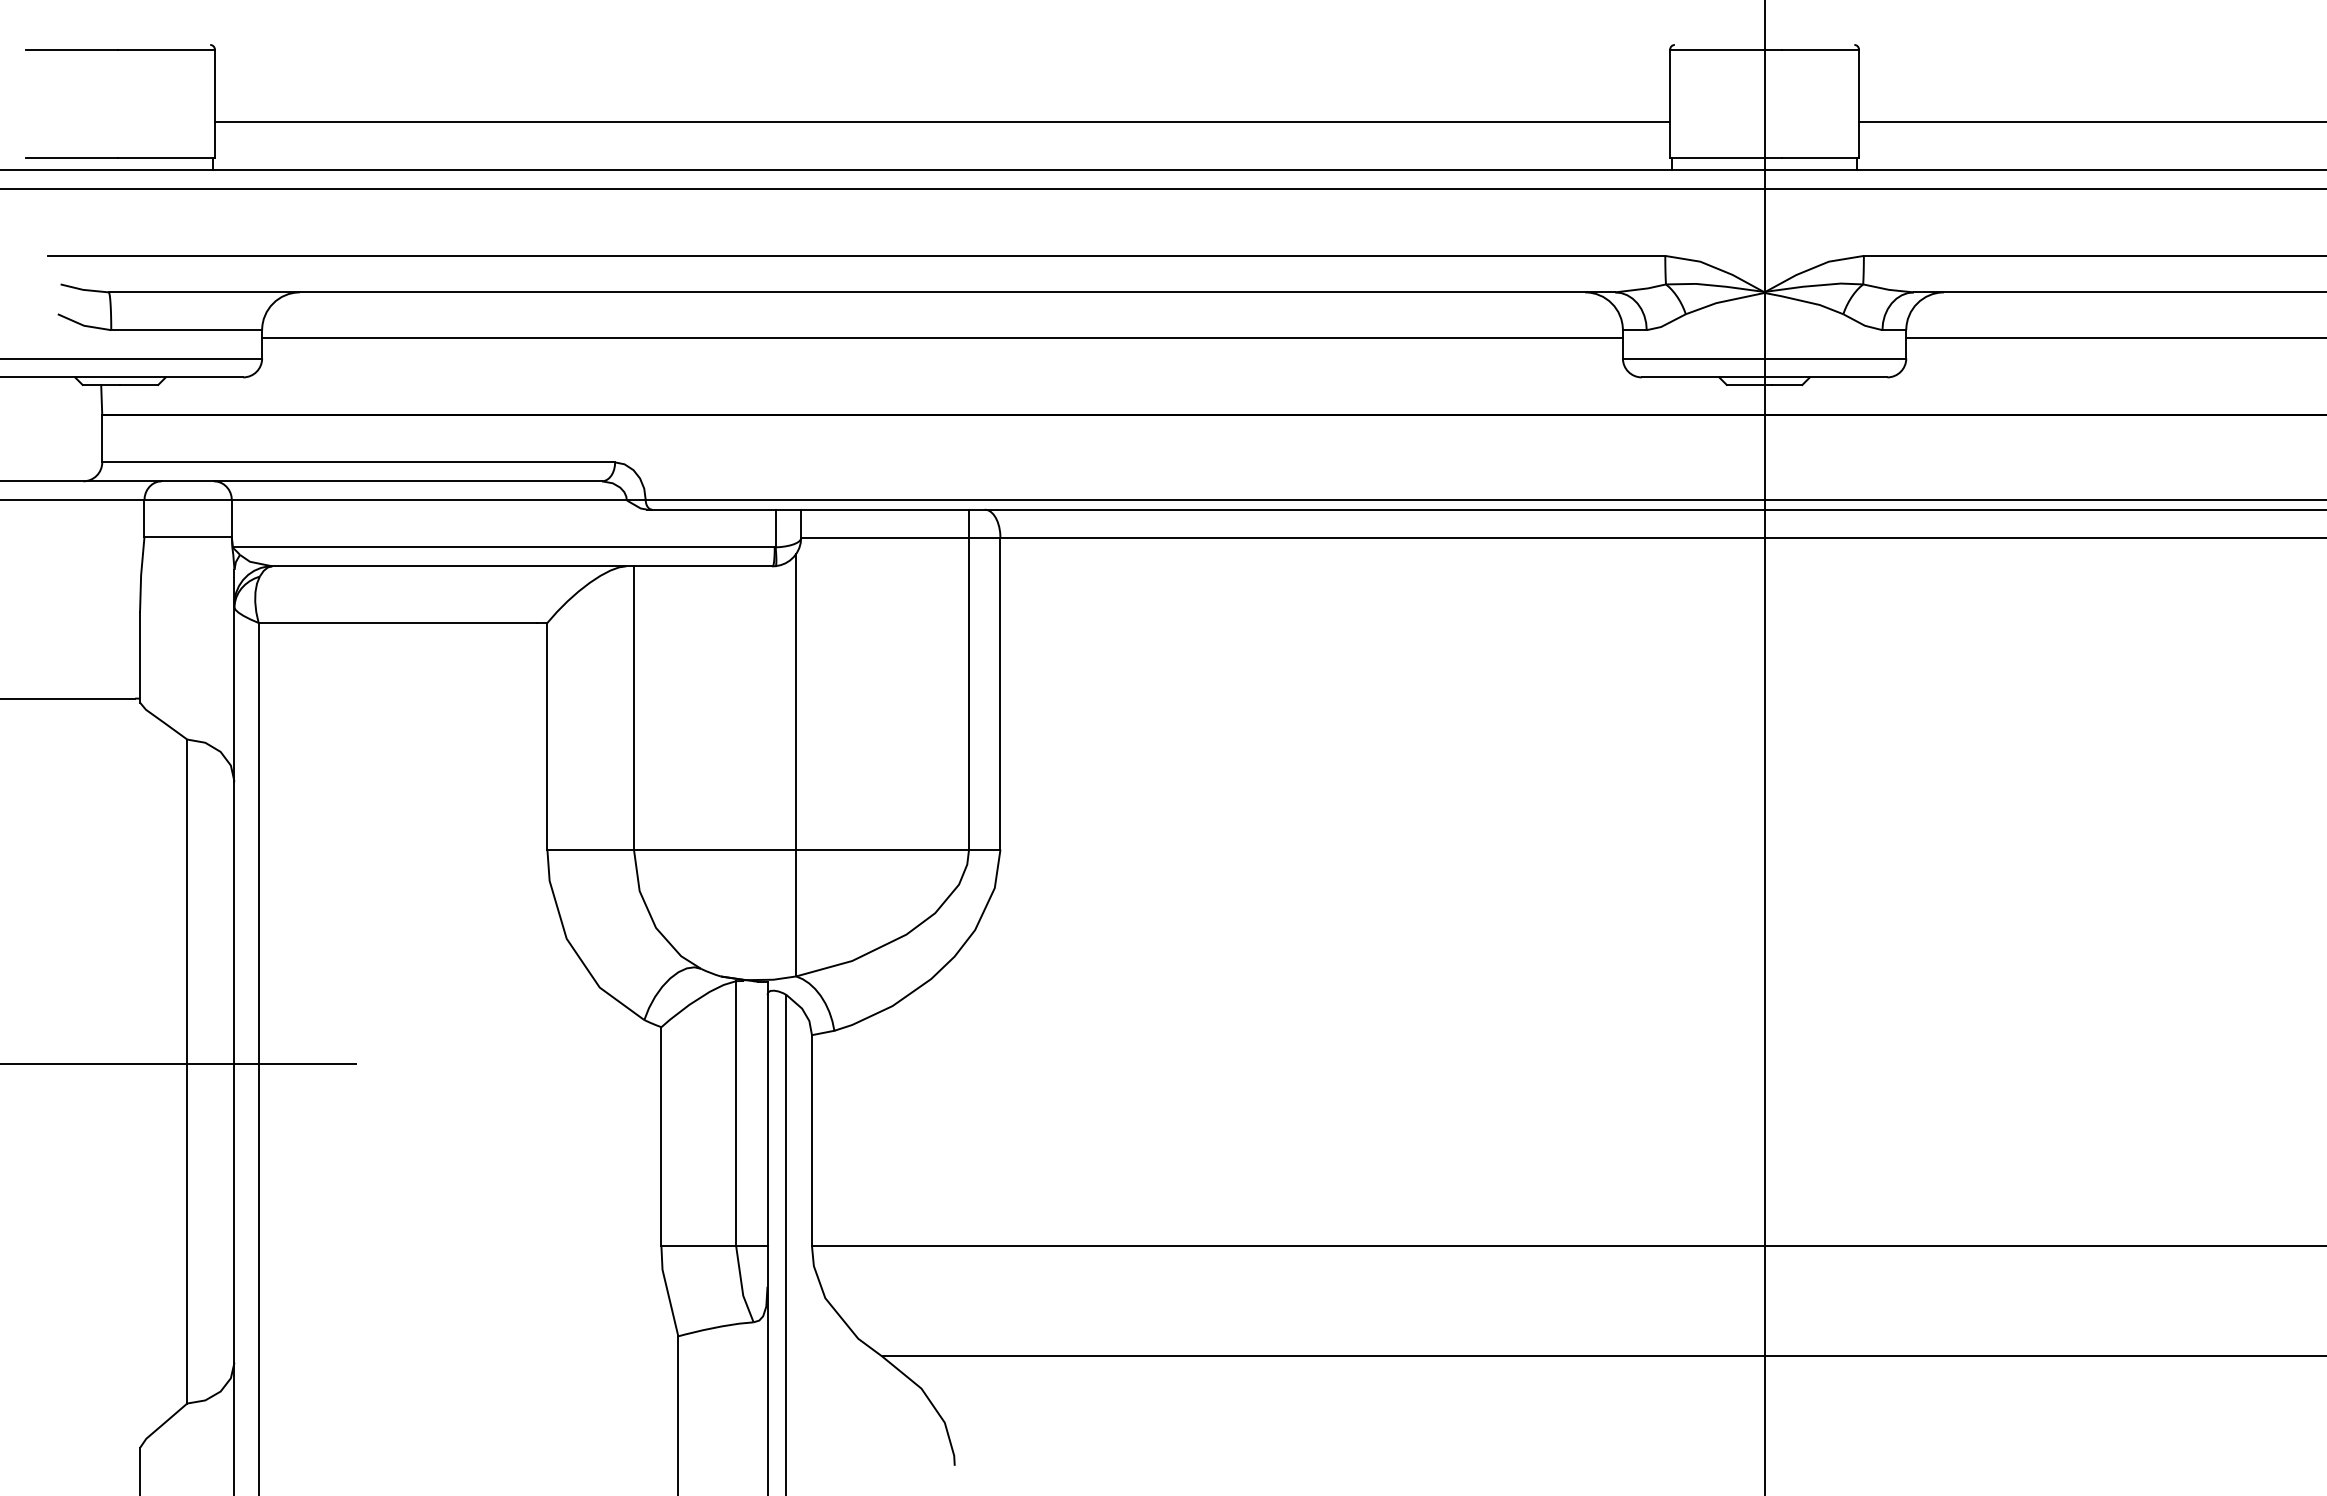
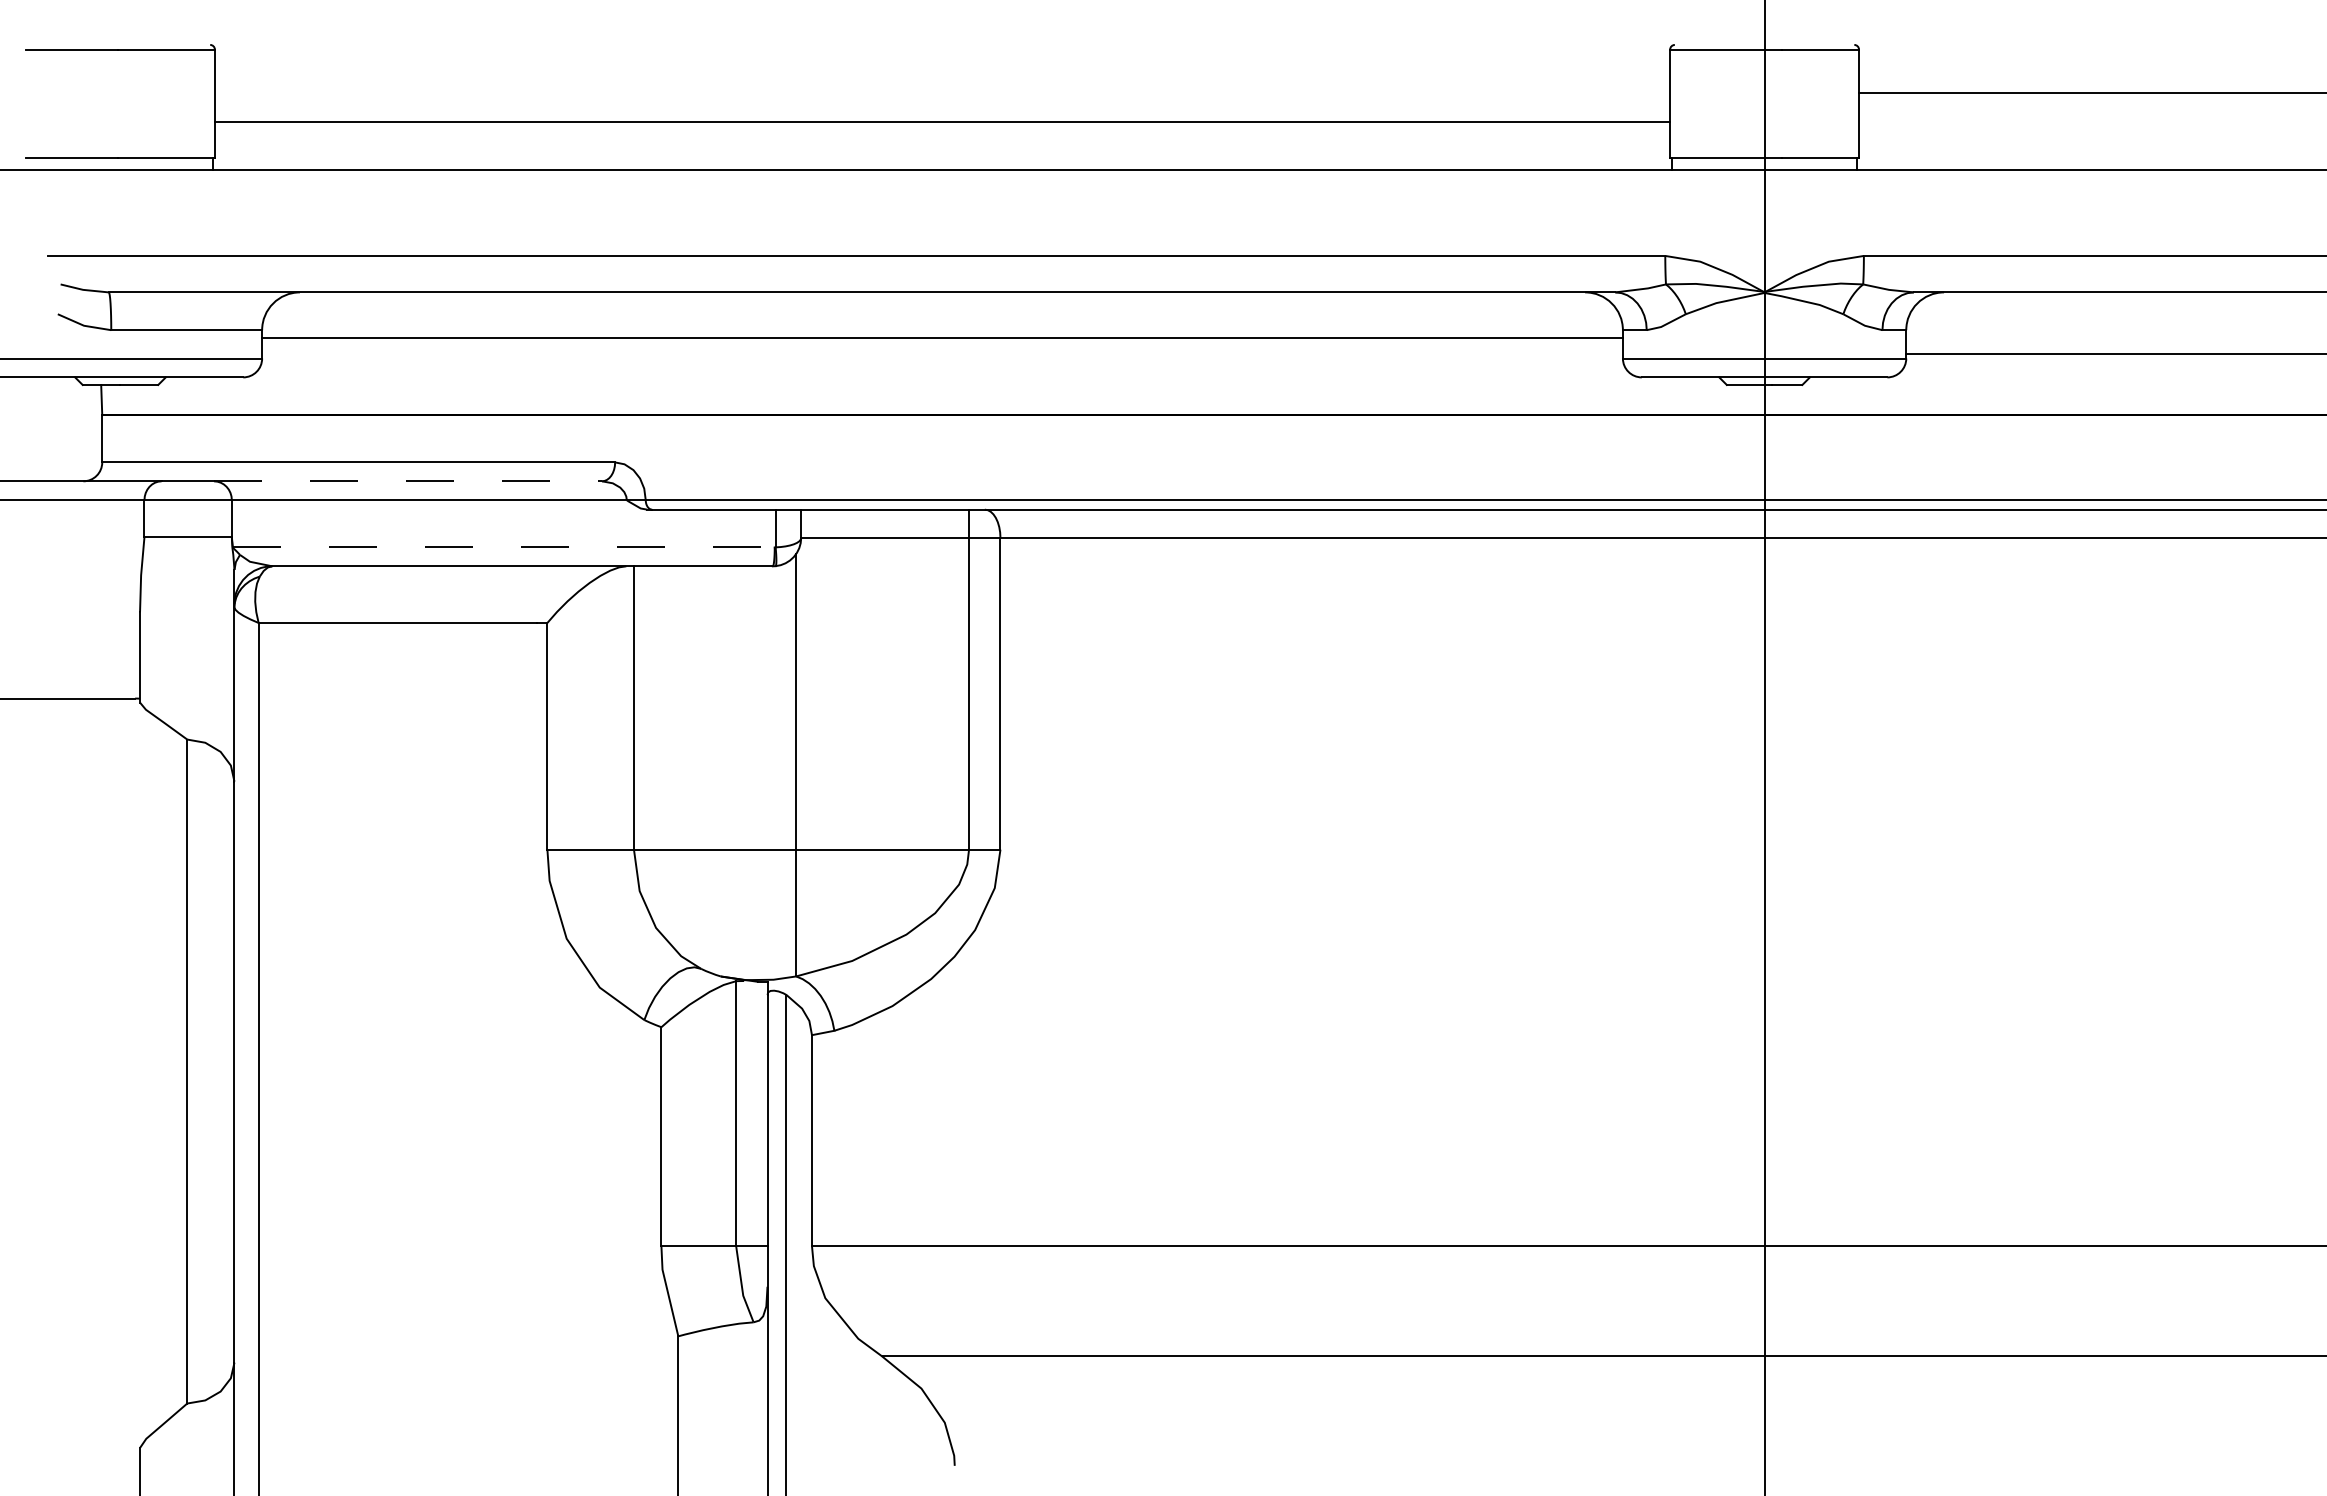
line at (2091, 122) position: (2091, 122) -> (2091, 93)
line at (1162, 188): present -> none
line at (2114, 337) position: (2114, 337) -> (2114, 353)
line at (408, 481): solid -> dashed
line at (503, 547): solid -> dashed
line at (179, 1064): present -> none
